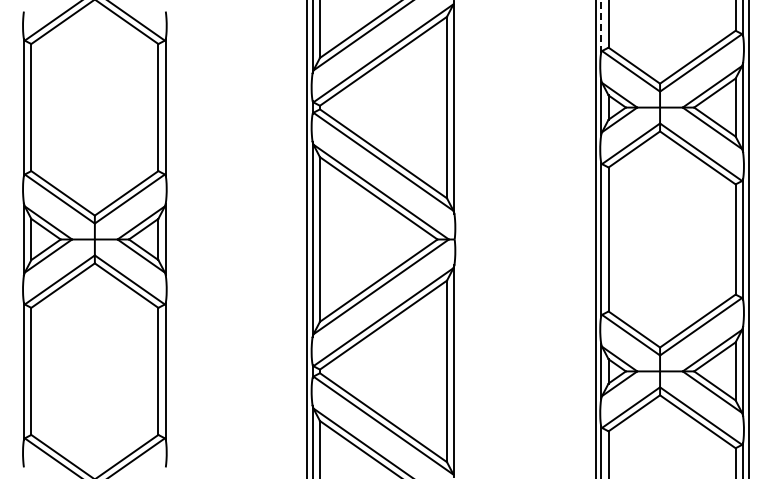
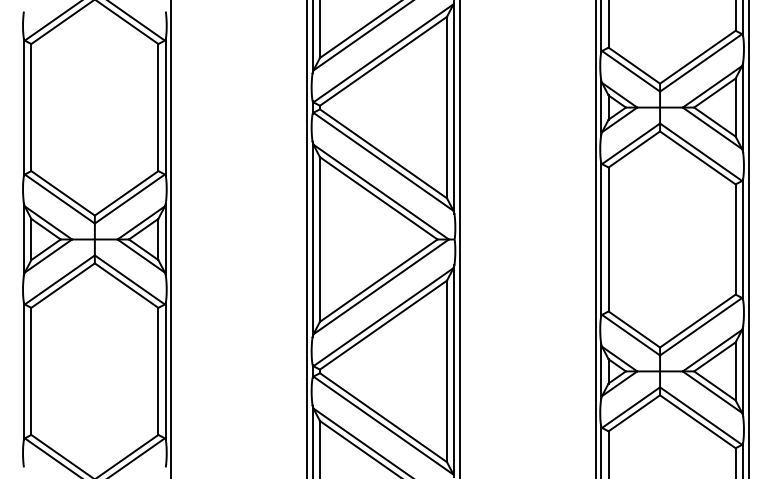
line at (601, 26): dashed -> solid
line at (171, 238): none -> present
line at (459, 238): none -> present
